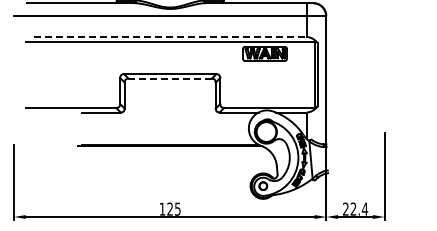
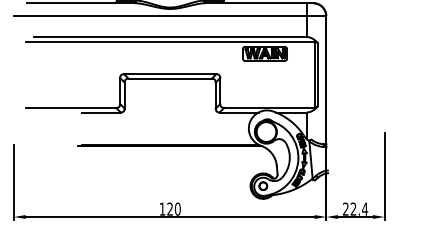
line at (170, 37): dashed -> solid
line at (170, 78): dashed -> solid
text at (177, 208): 125 -> 120
